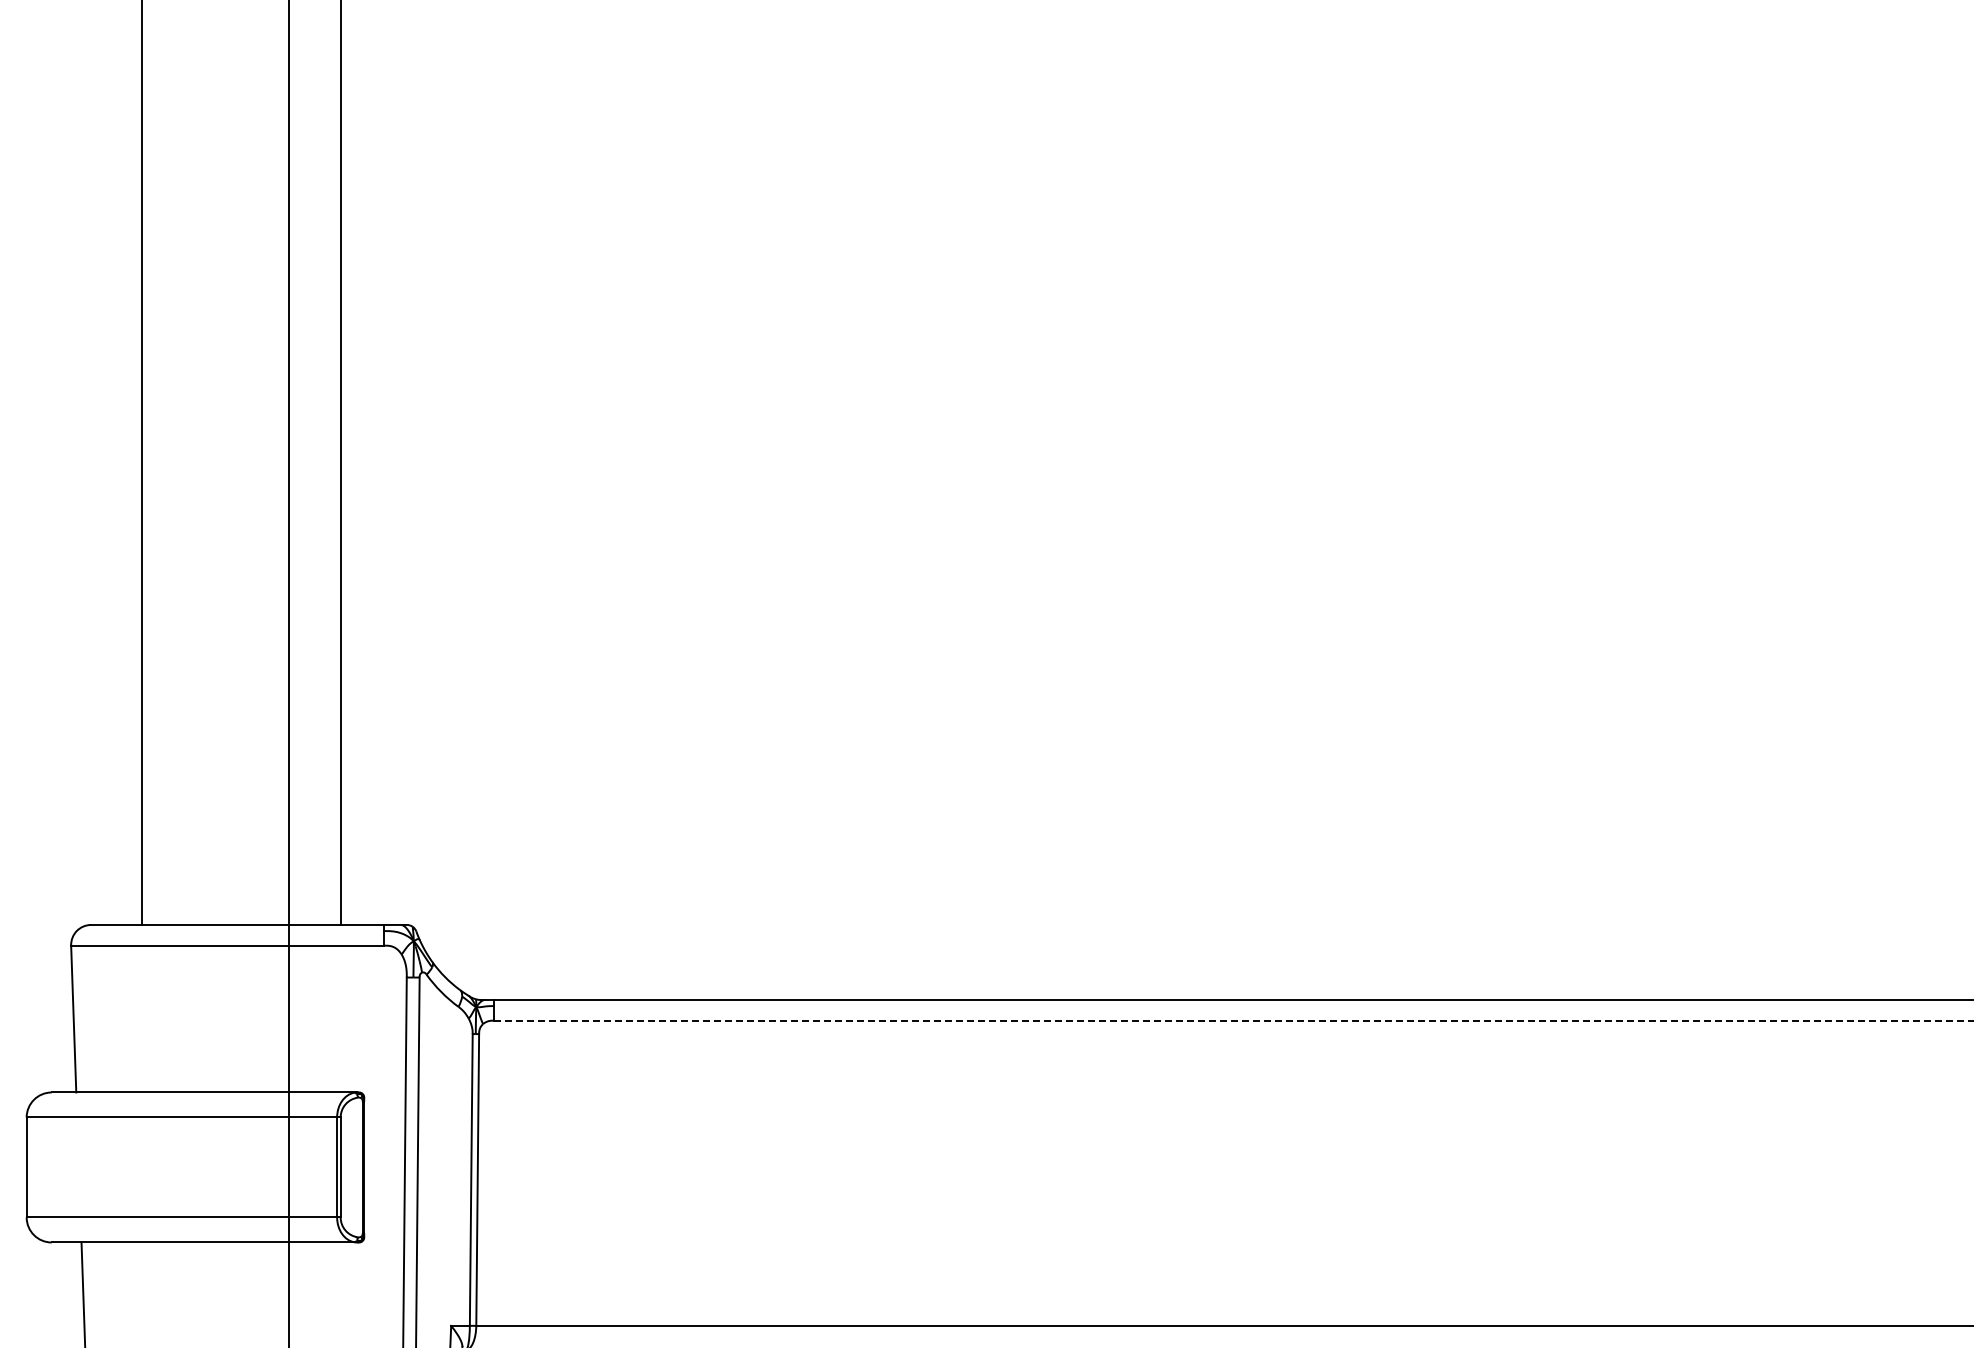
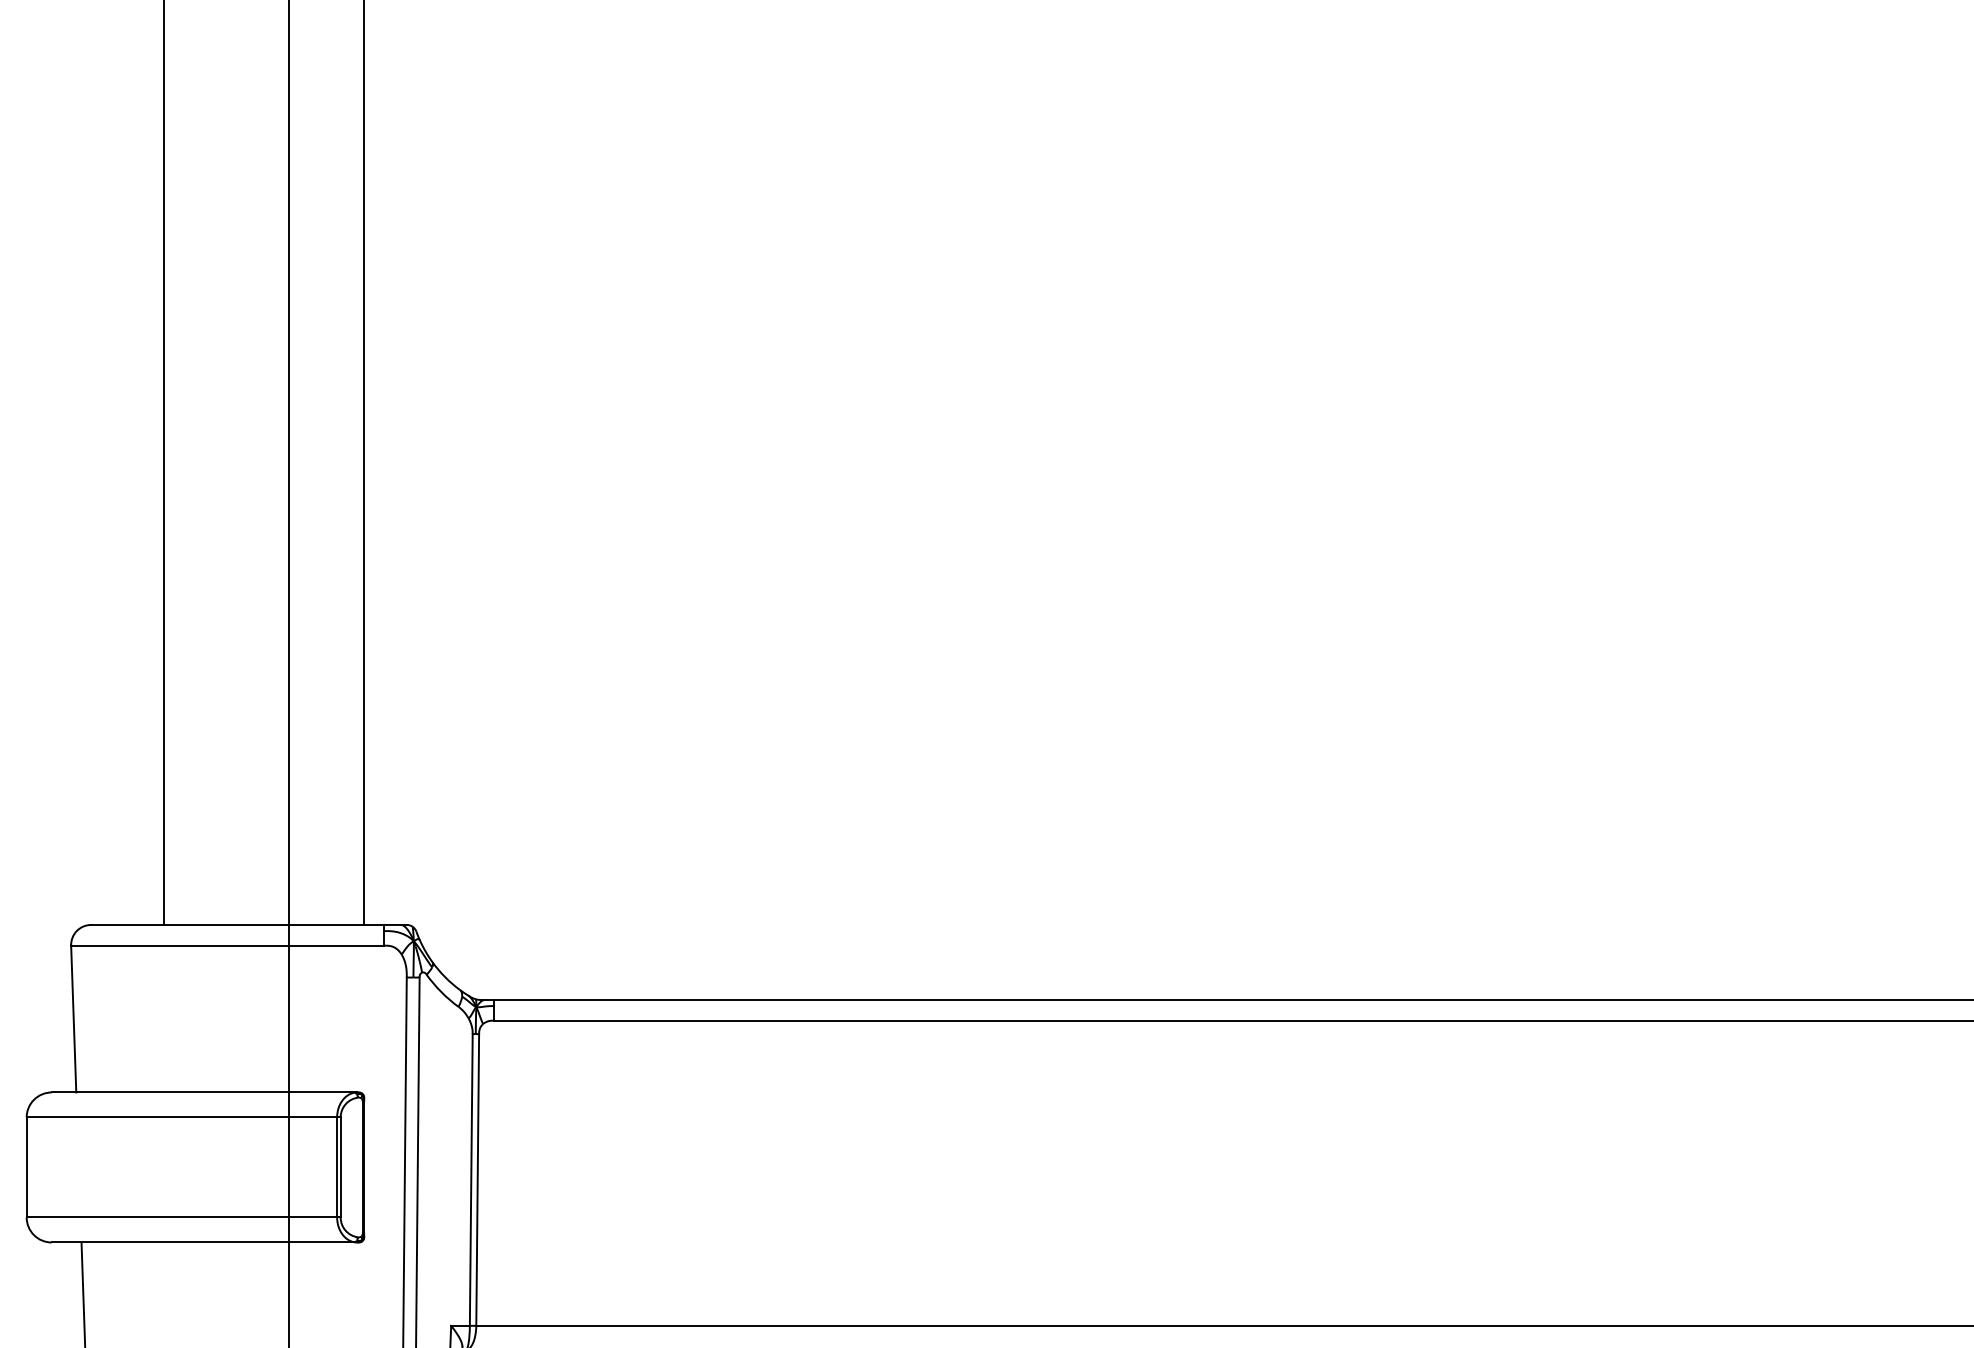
line at (142, 463) position: (142, 463) -> (164, 463)
line at (341, 463) position: (341, 463) -> (364, 463)
line at (1233, 1020): dashed -> solid
